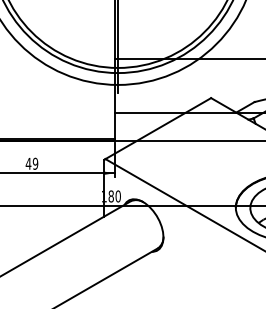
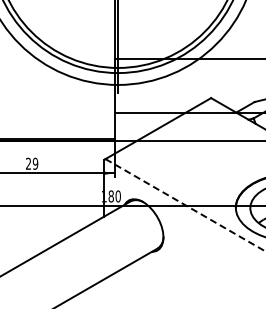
text at (28, 163): 49 -> 29
line at (186, 205): solid -> dashed
